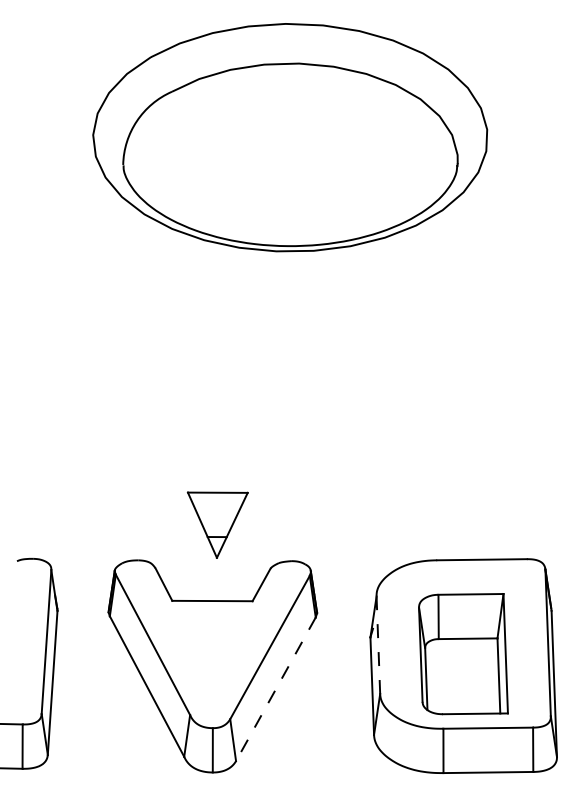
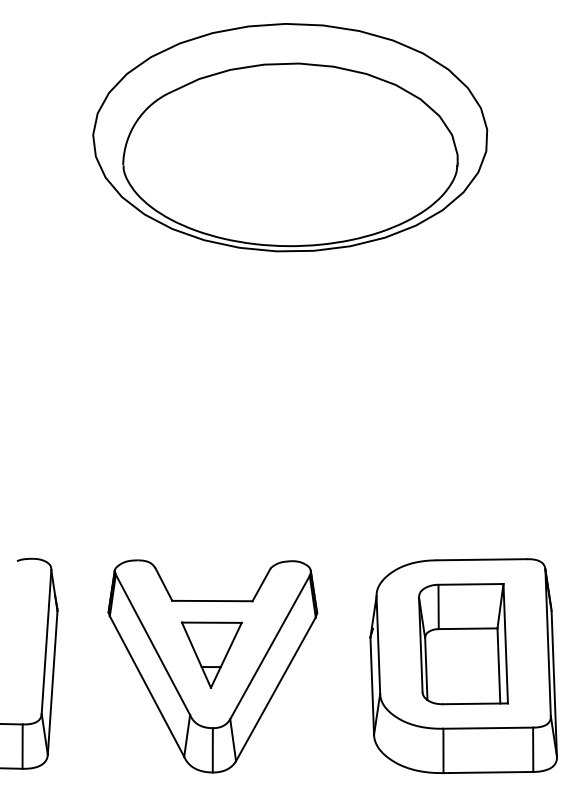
part at (217, 524) position: (217, 524) -> (211, 654)
line at (378, 645): dashed -> solid
part at (463, 654) position: (463, 654) -> (463, 644)
line at (275, 689): dashed -> solid
